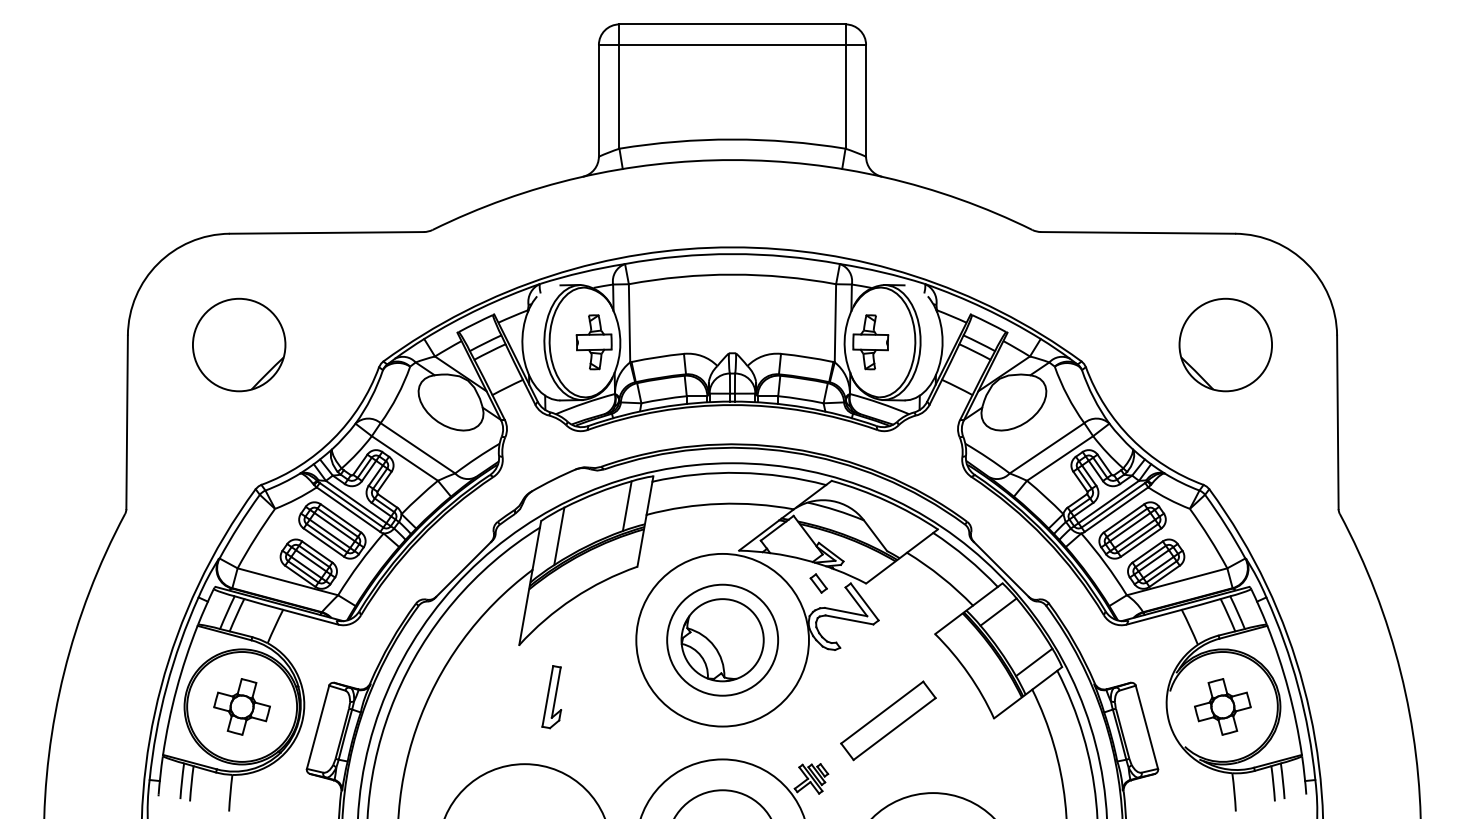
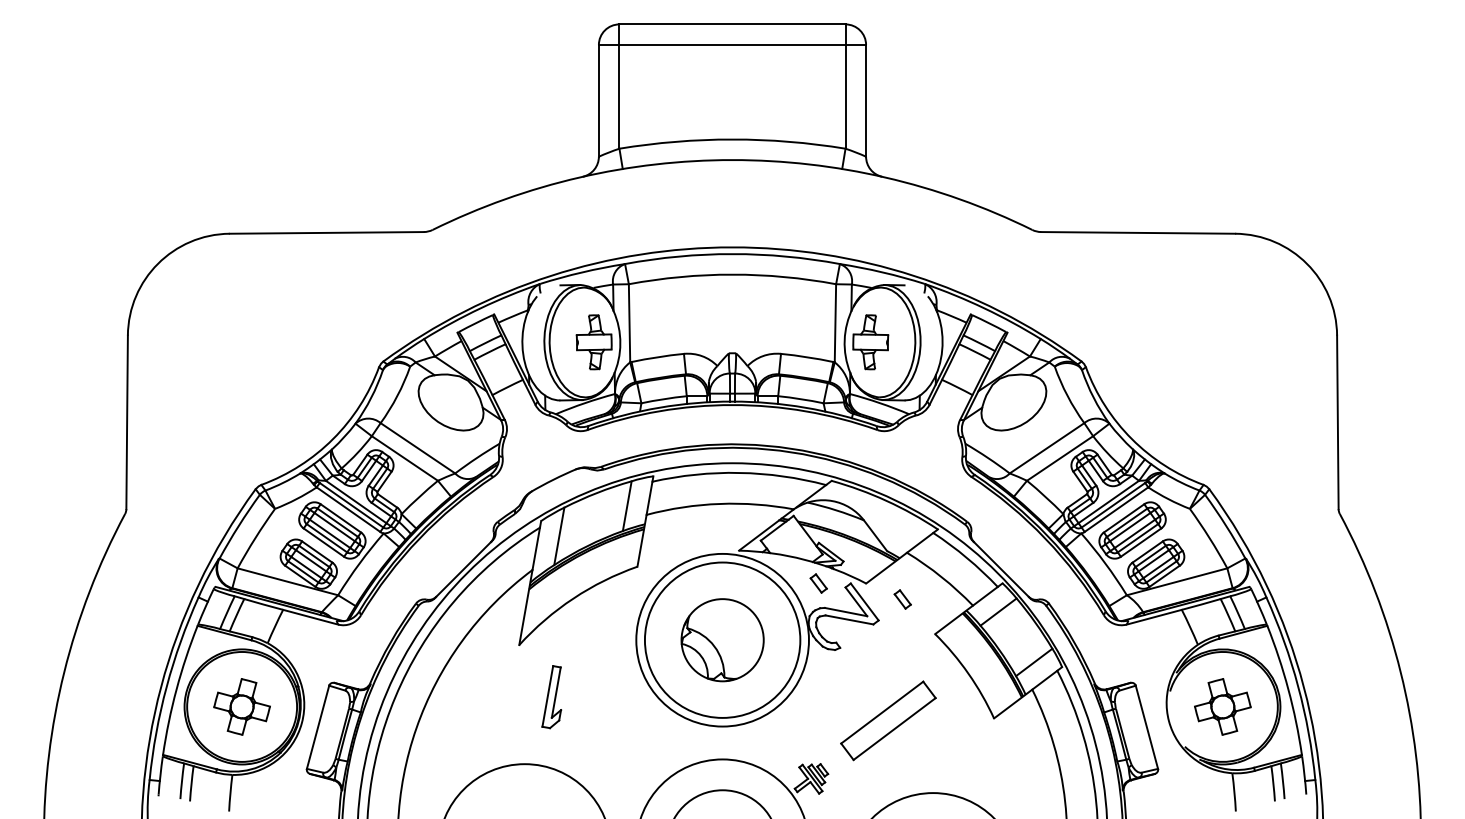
part at (239, 344): present -> none
part at (1225, 344): present -> none
part at (902, 599): none -> present
circle at (722, 639) diameter: 111 px -> 155 px
